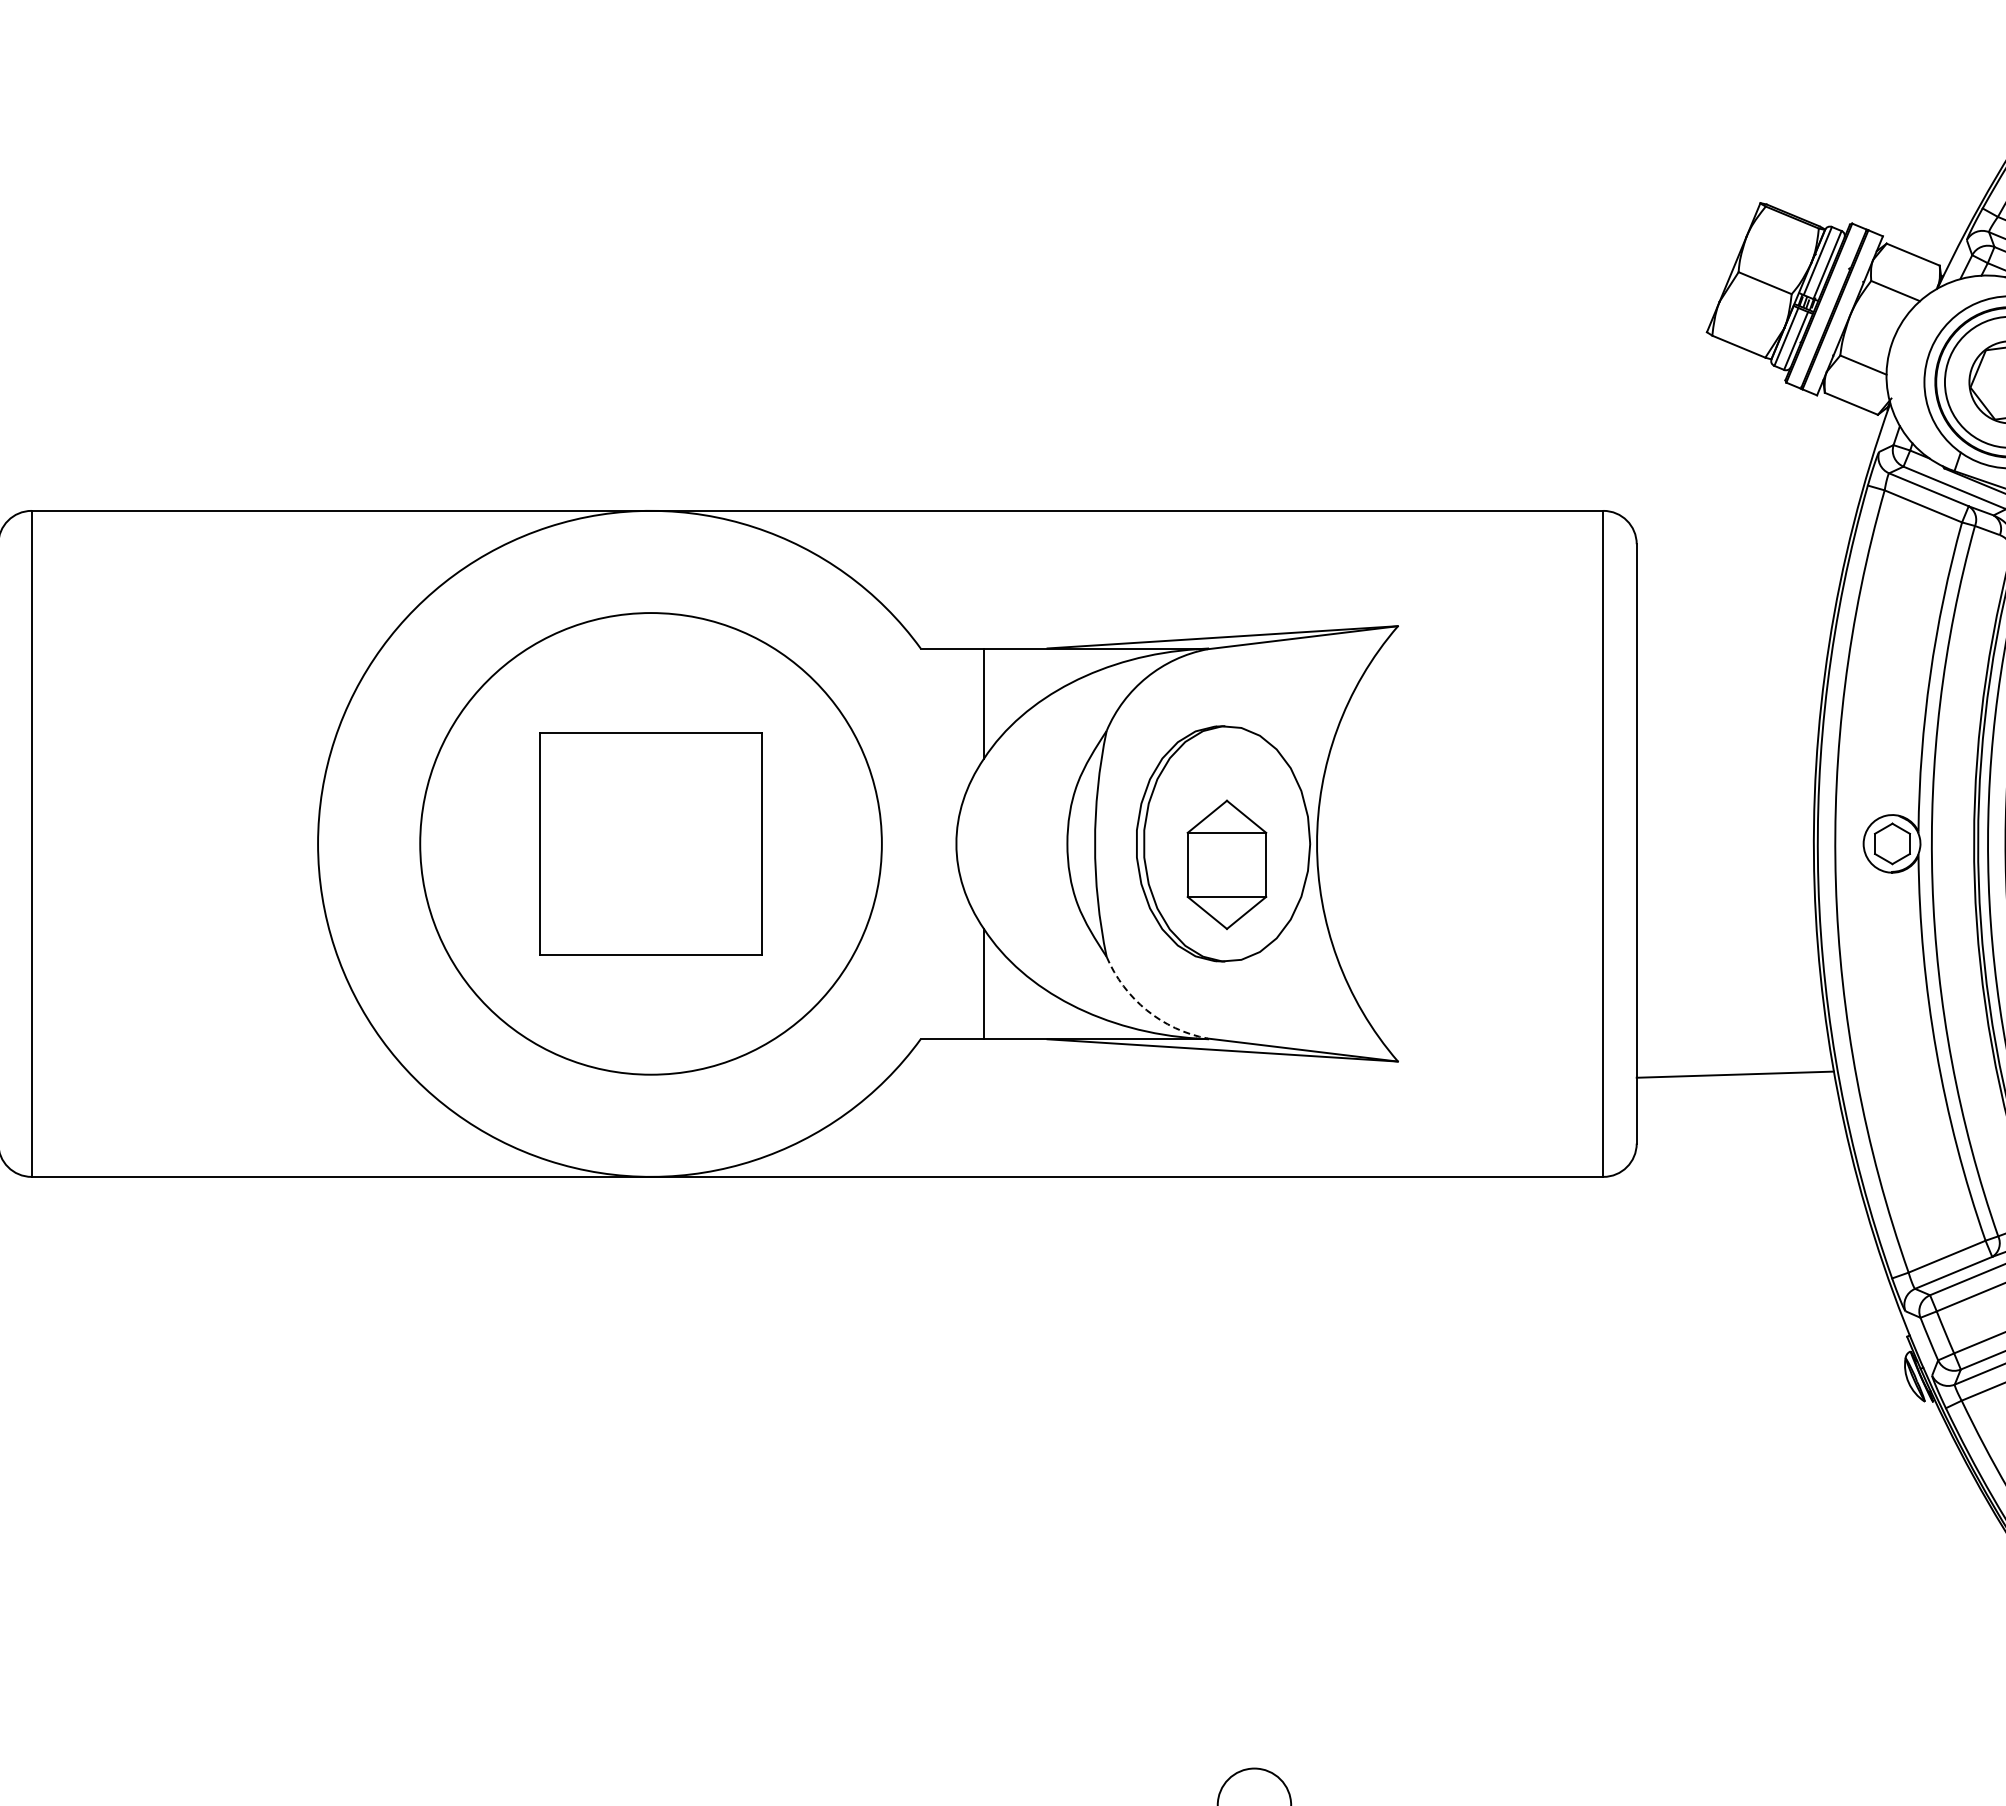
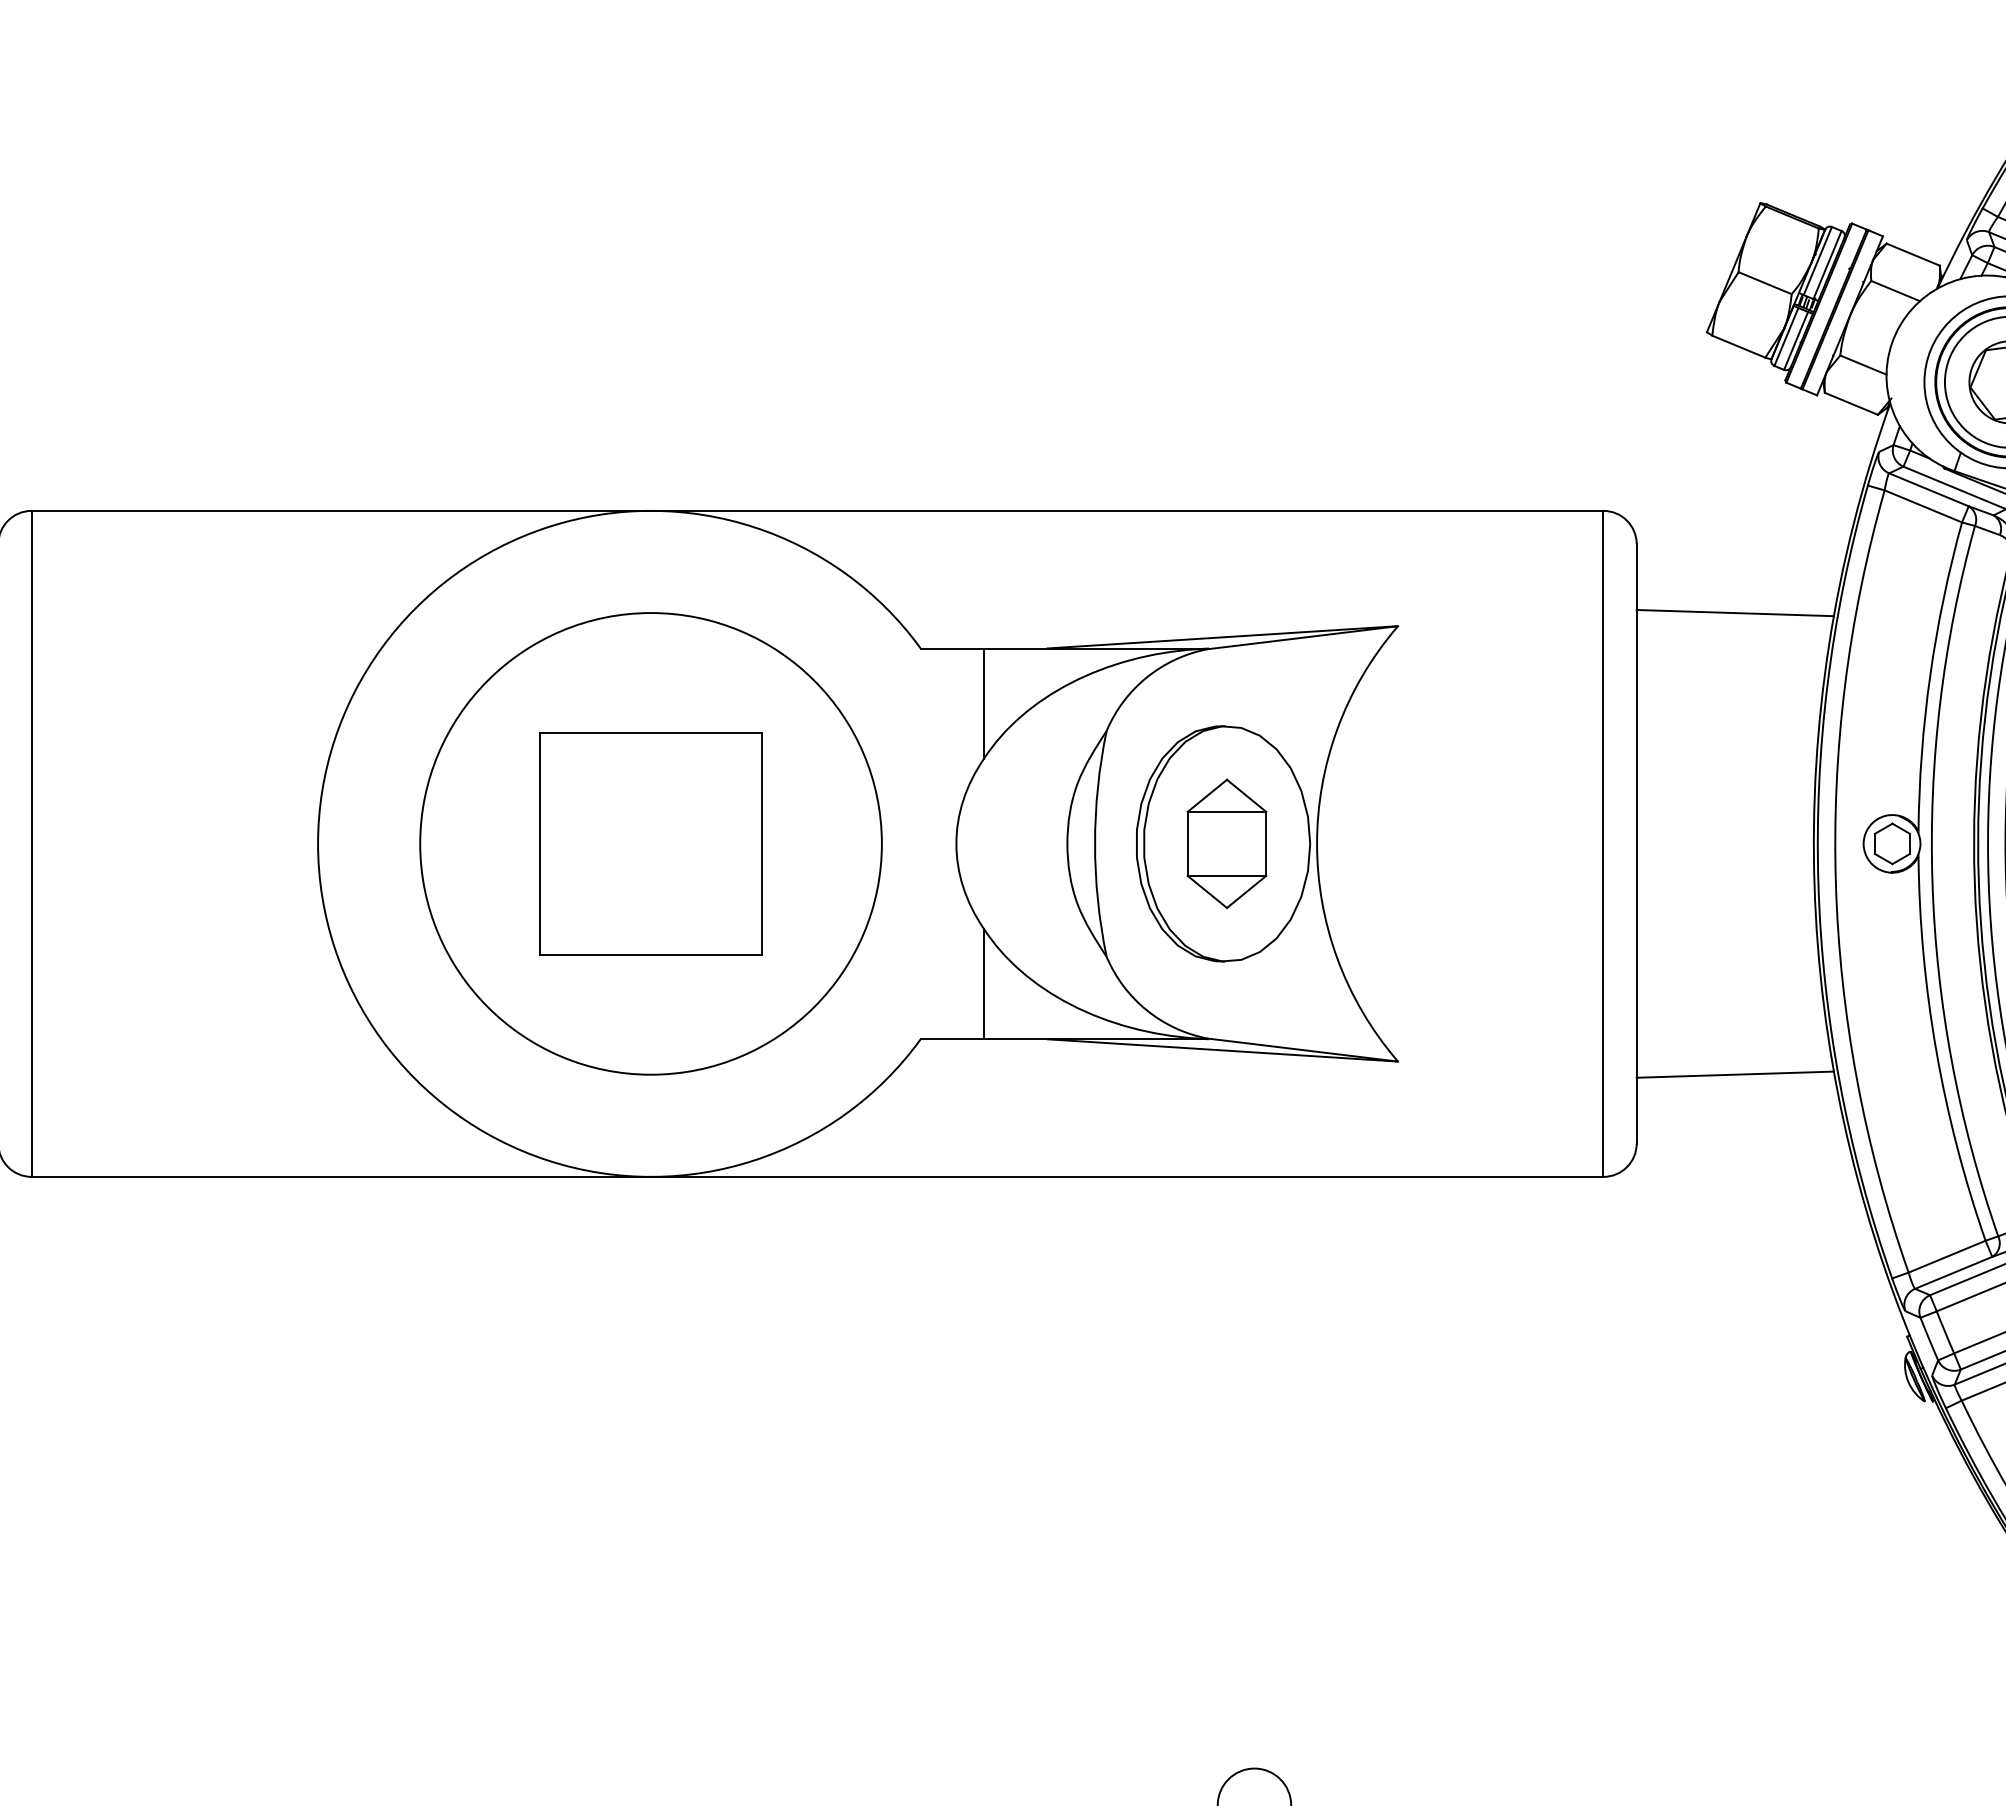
line at (1735, 613): none -> present
part at (1226, 864) position: (1226, 864) -> (1226, 843)
arc at (1146, 1010): dashed -> solid
